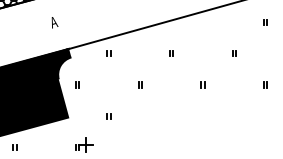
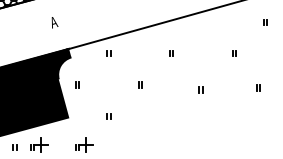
part at (202, 84) position: (202, 84) -> (200, 89)
part at (265, 84) position: (265, 84) -> (258, 87)
part at (39, 144): none -> present
